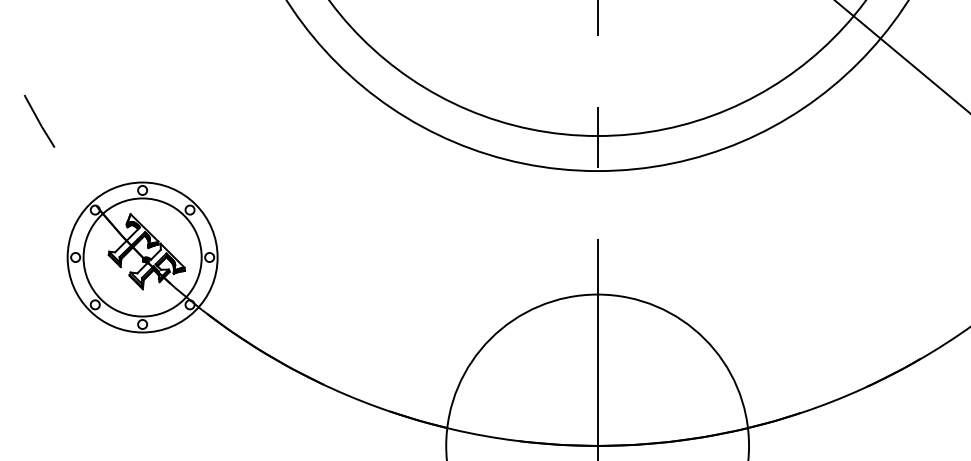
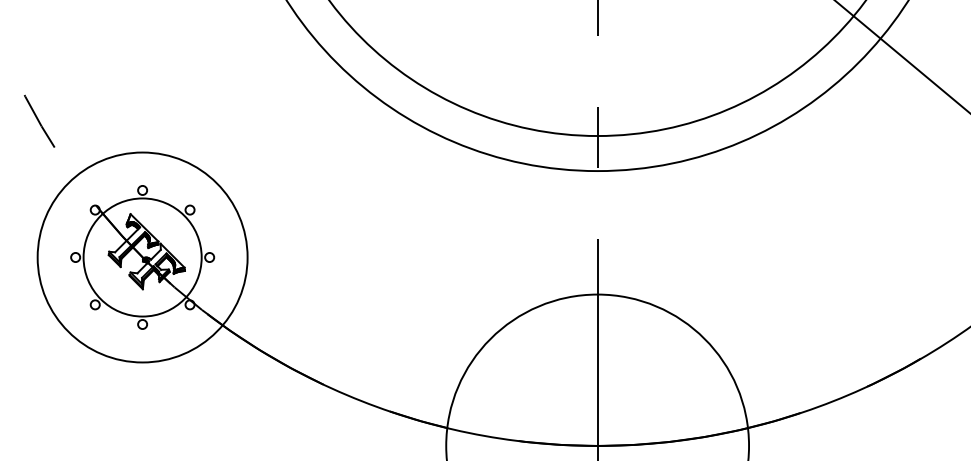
circle at (142, 257) diameter: 150 px -> 210 px
